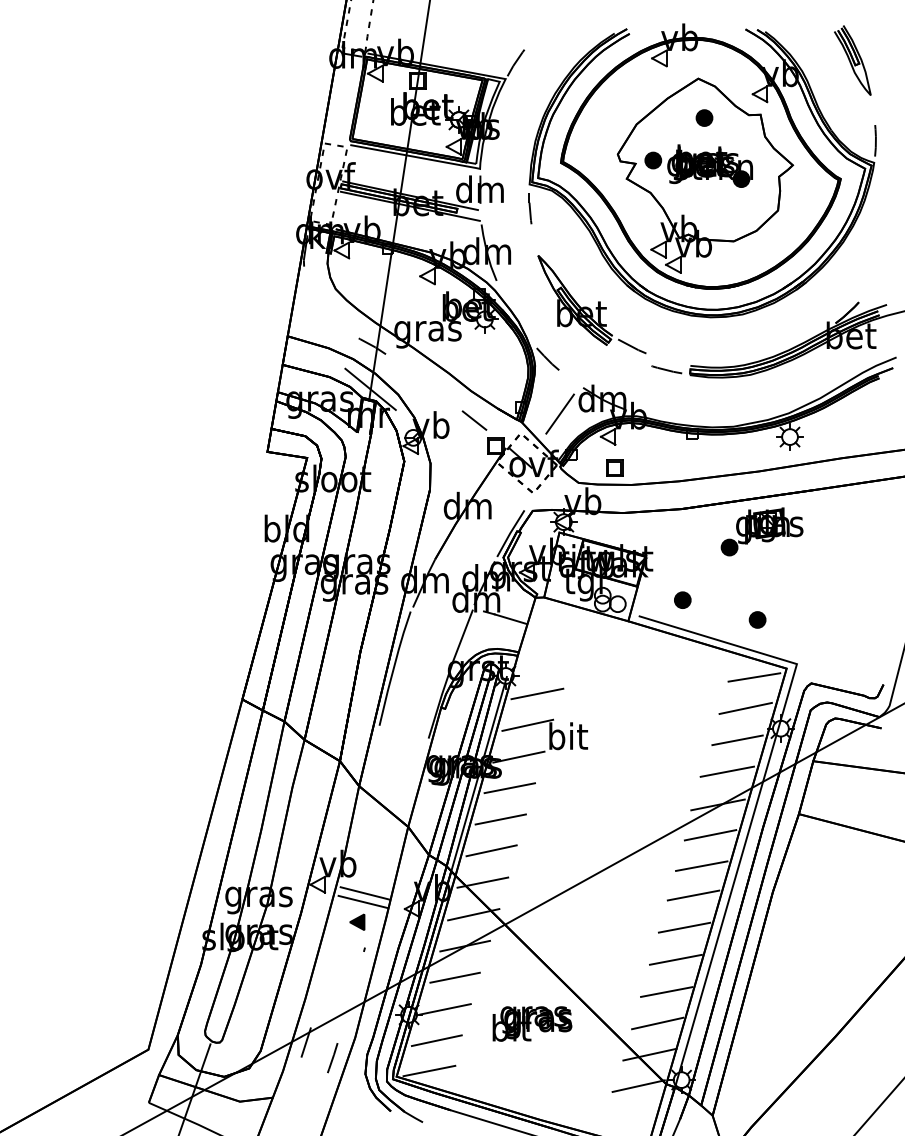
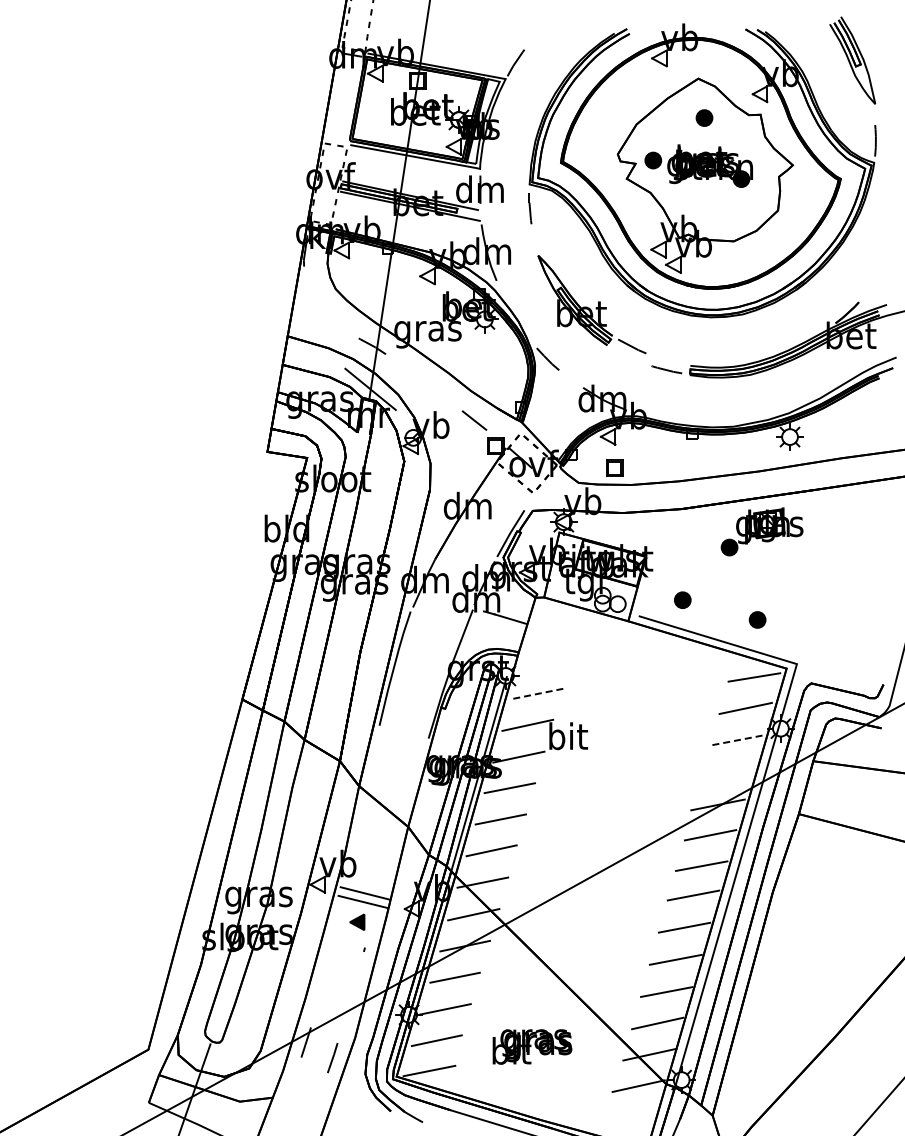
part at (852, 60) size: 38x71 px -> 48x89 px
line at (559, 413): present -> none
line at (536, 694): solid -> dashed
line at (737, 740): solid -> dashed
line at (727, 771): present -> none
text at (532, 1023) position: (532, 1023) -> (532, 1046)
